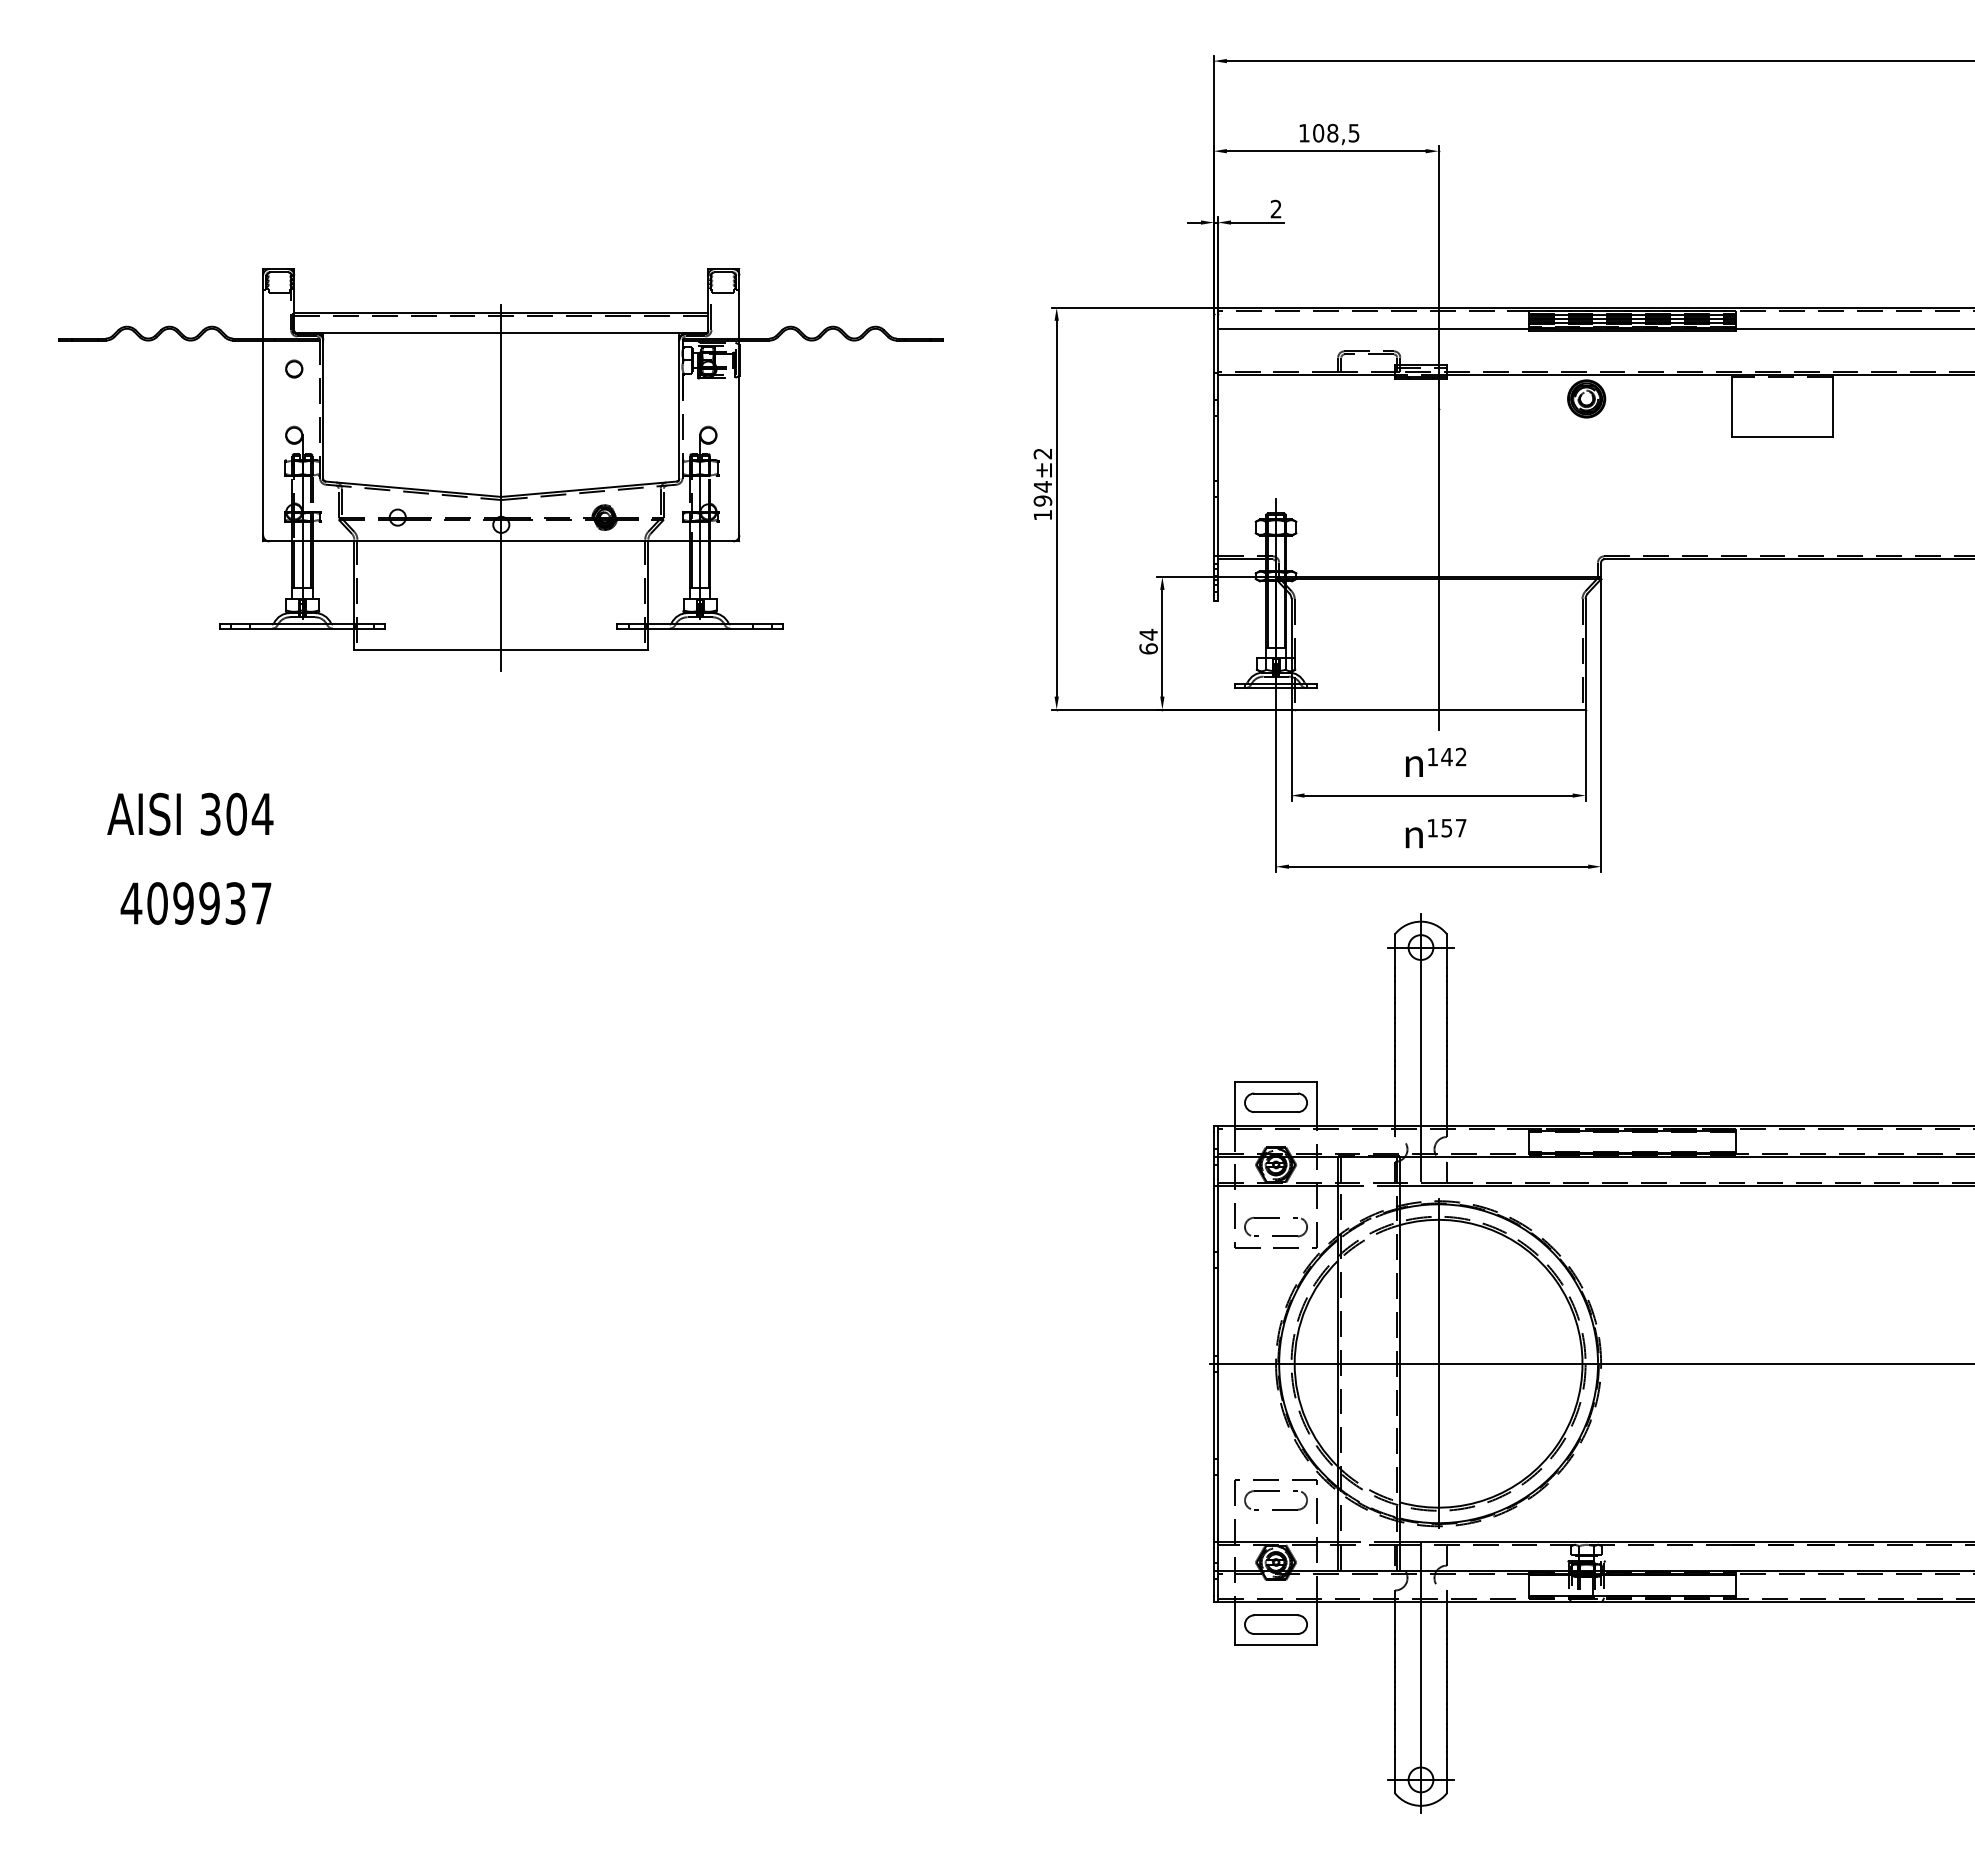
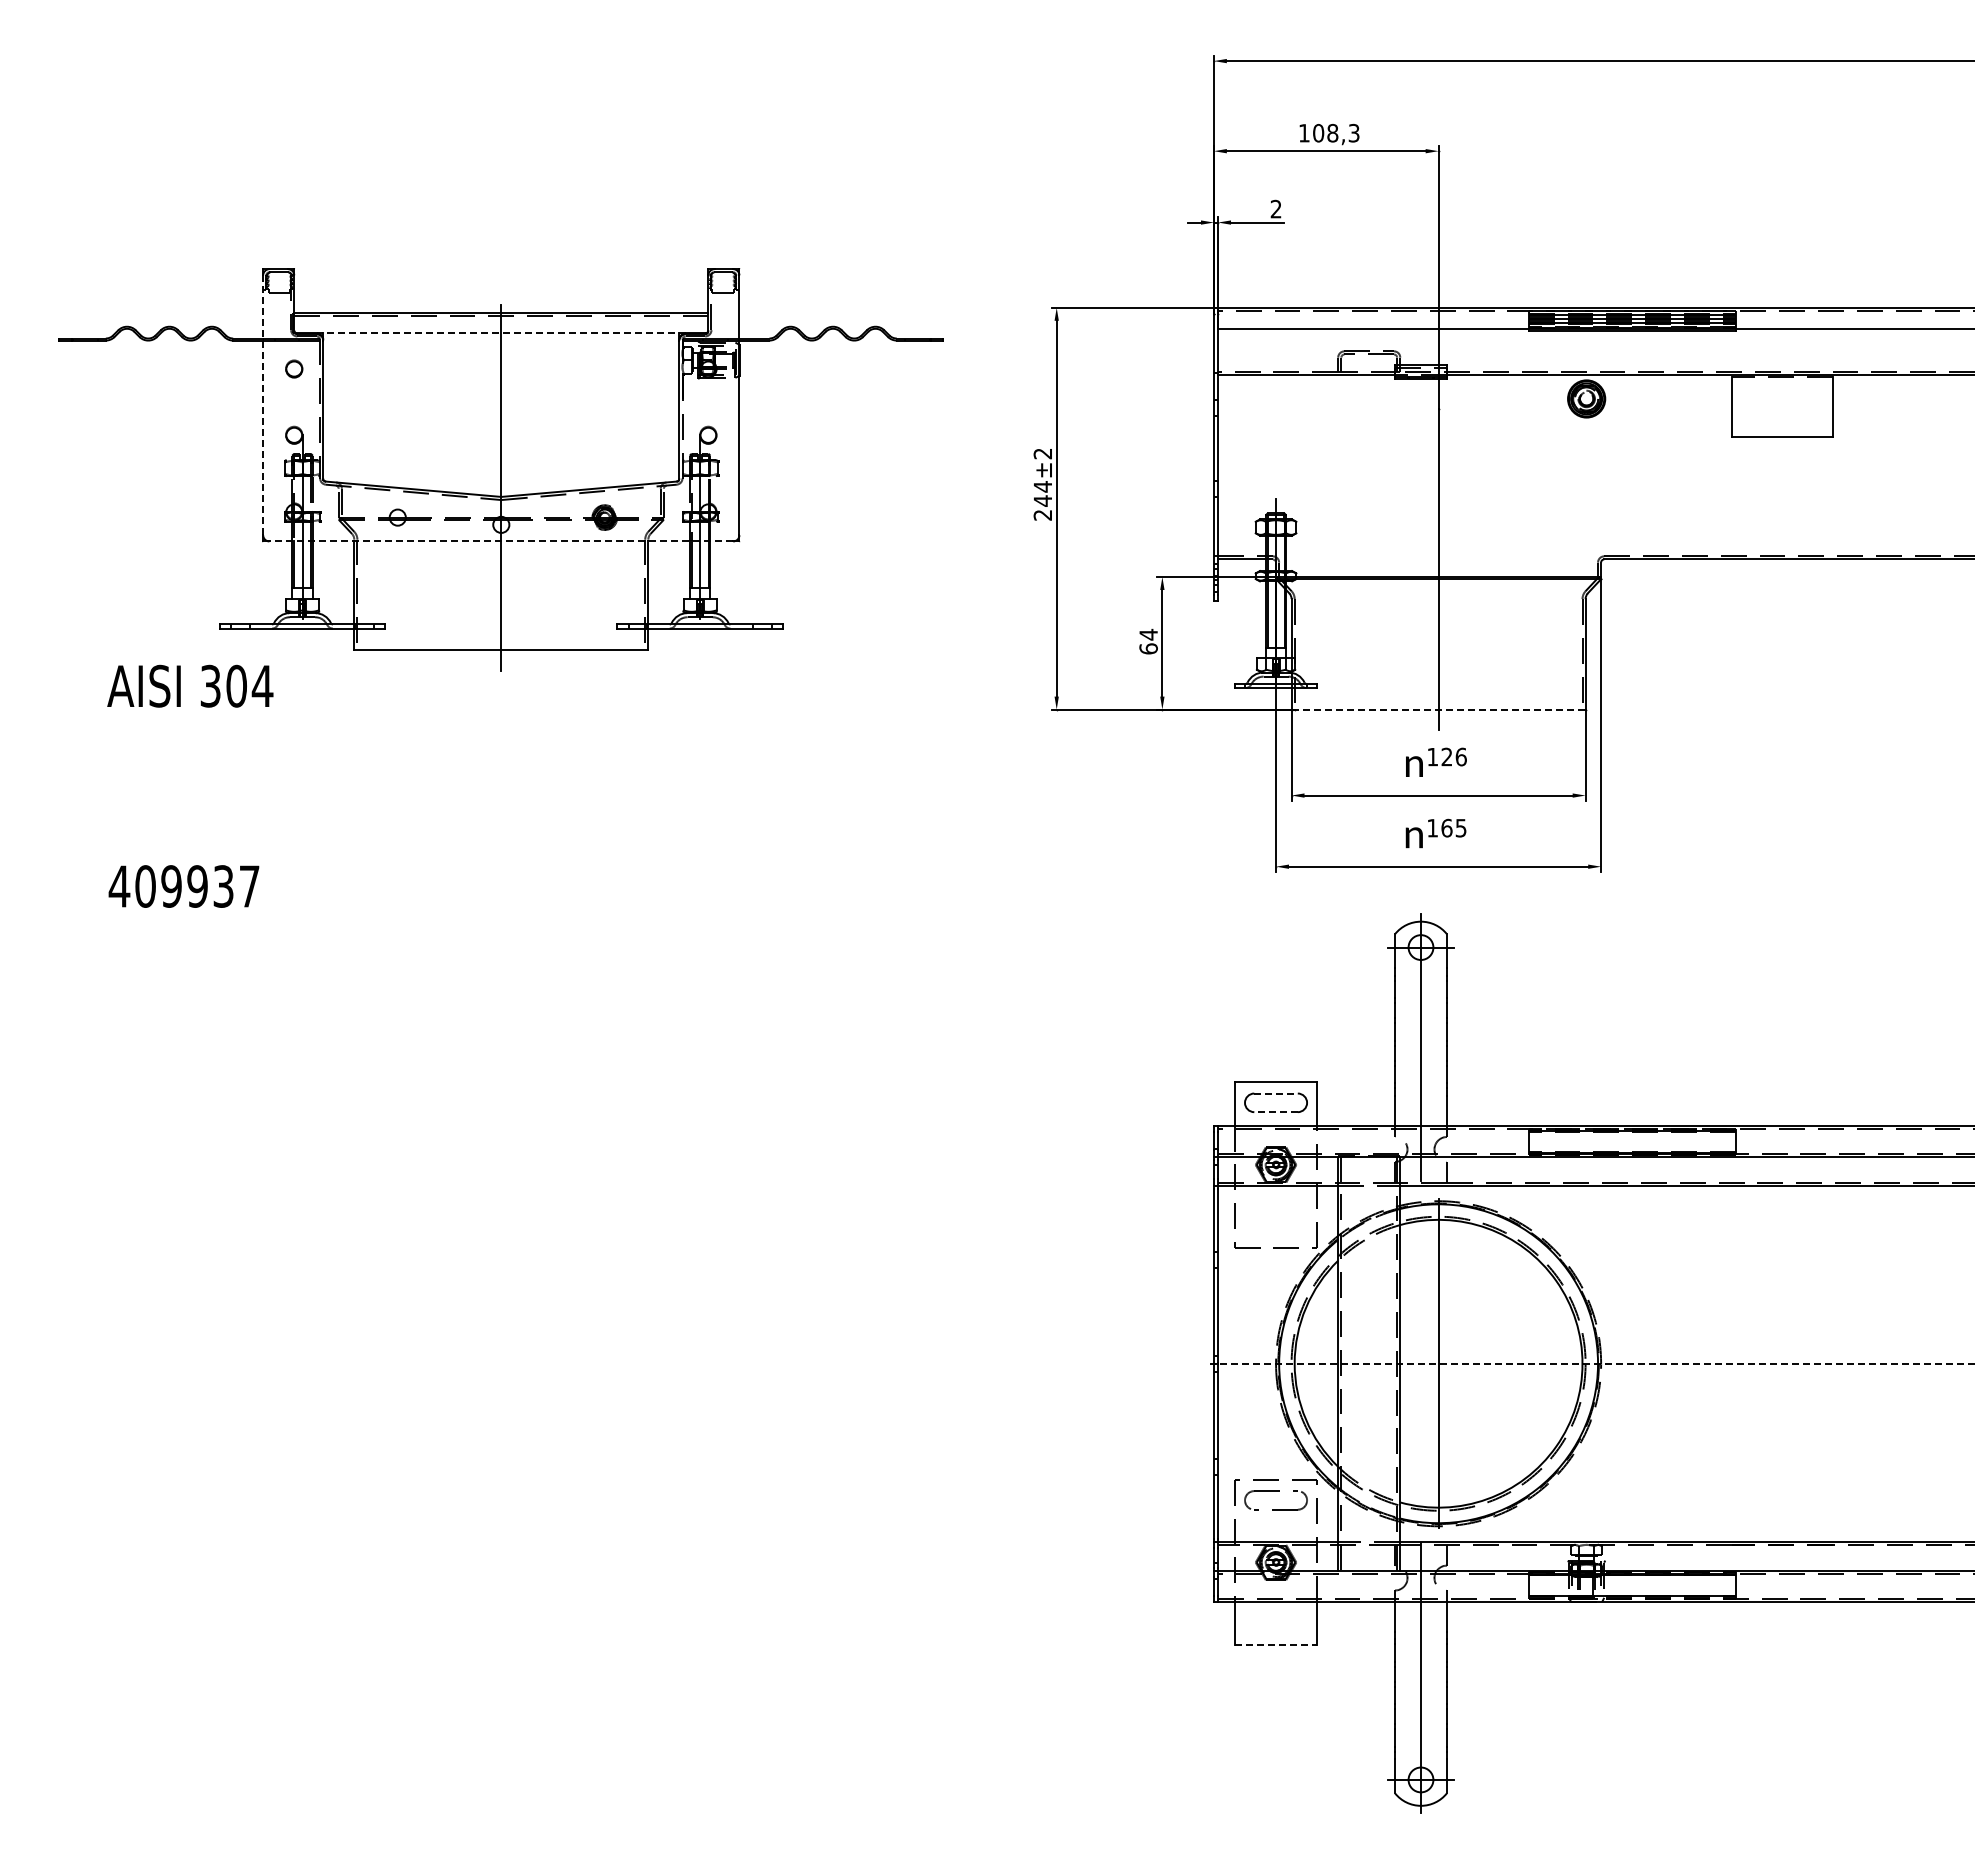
text at (1354, 132): 108,5 -> 108,3
line at (500, 333): solid -> dashed
line at (263, 405): solid -> dashed
text at (1042, 507): 194 -> 244
line at (501, 541): solid -> dashed
line at (1439, 709): solid -> dashed
text at (1453, 756): 142 -> 126
text at (190, 813) position: (190, 813) -> (190, 685)
text at (1453, 827): 157 -> 165
text at (195, 903) position: (195, 903) -> (183, 886)
line at (1276, 1093): solid -> dashed
line at (1276, 1112): solid -> dashed
part at (1275, 1218): present -> none
line at (1591, 1363): solid -> dashed
part at (1275, 1624): present -> none
line at (1276, 1645): solid -> dashed
